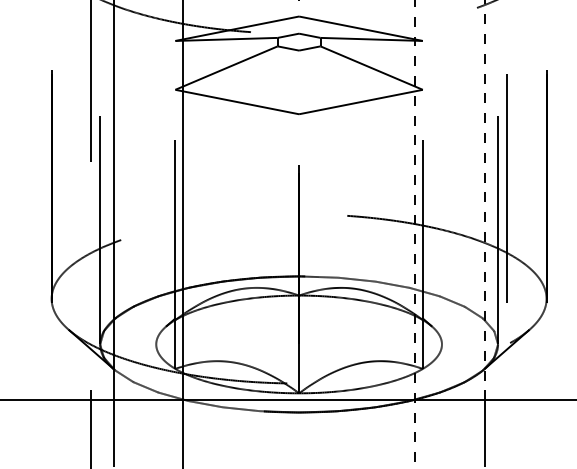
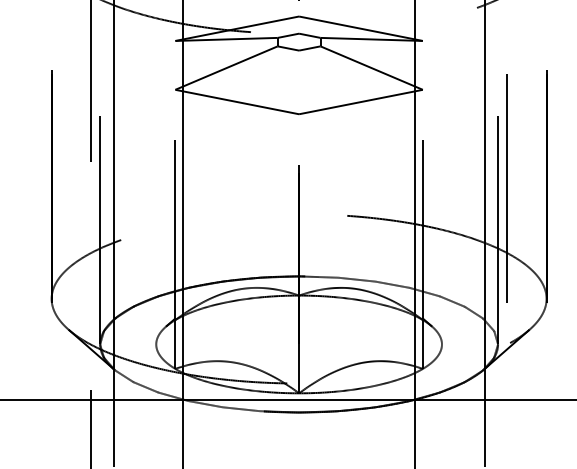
line at (484, 200): dashed -> solid
line at (415, 234): dashed -> solid
